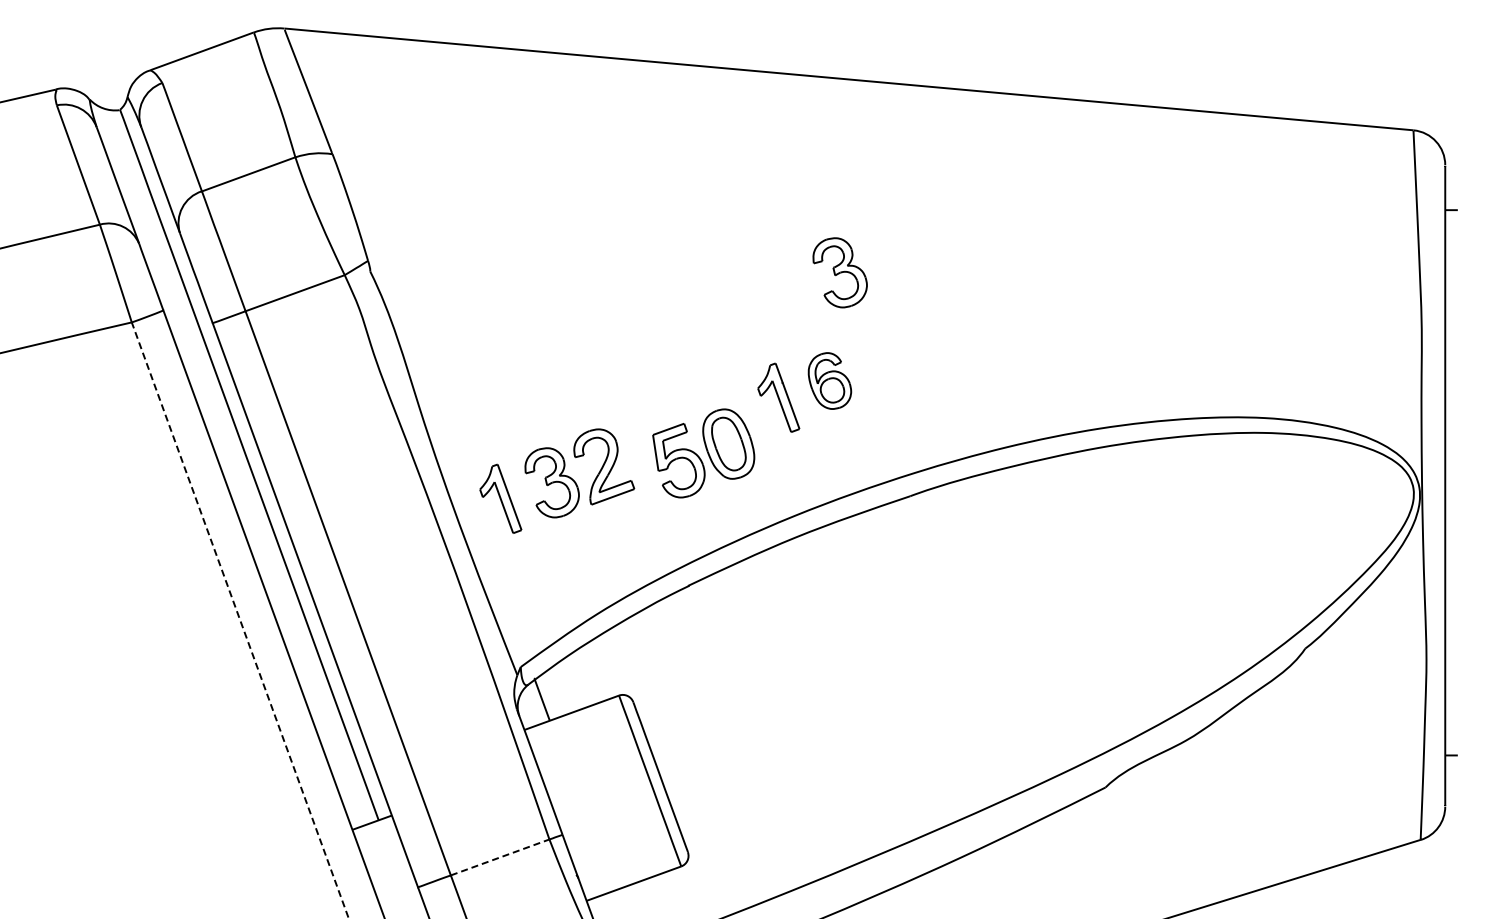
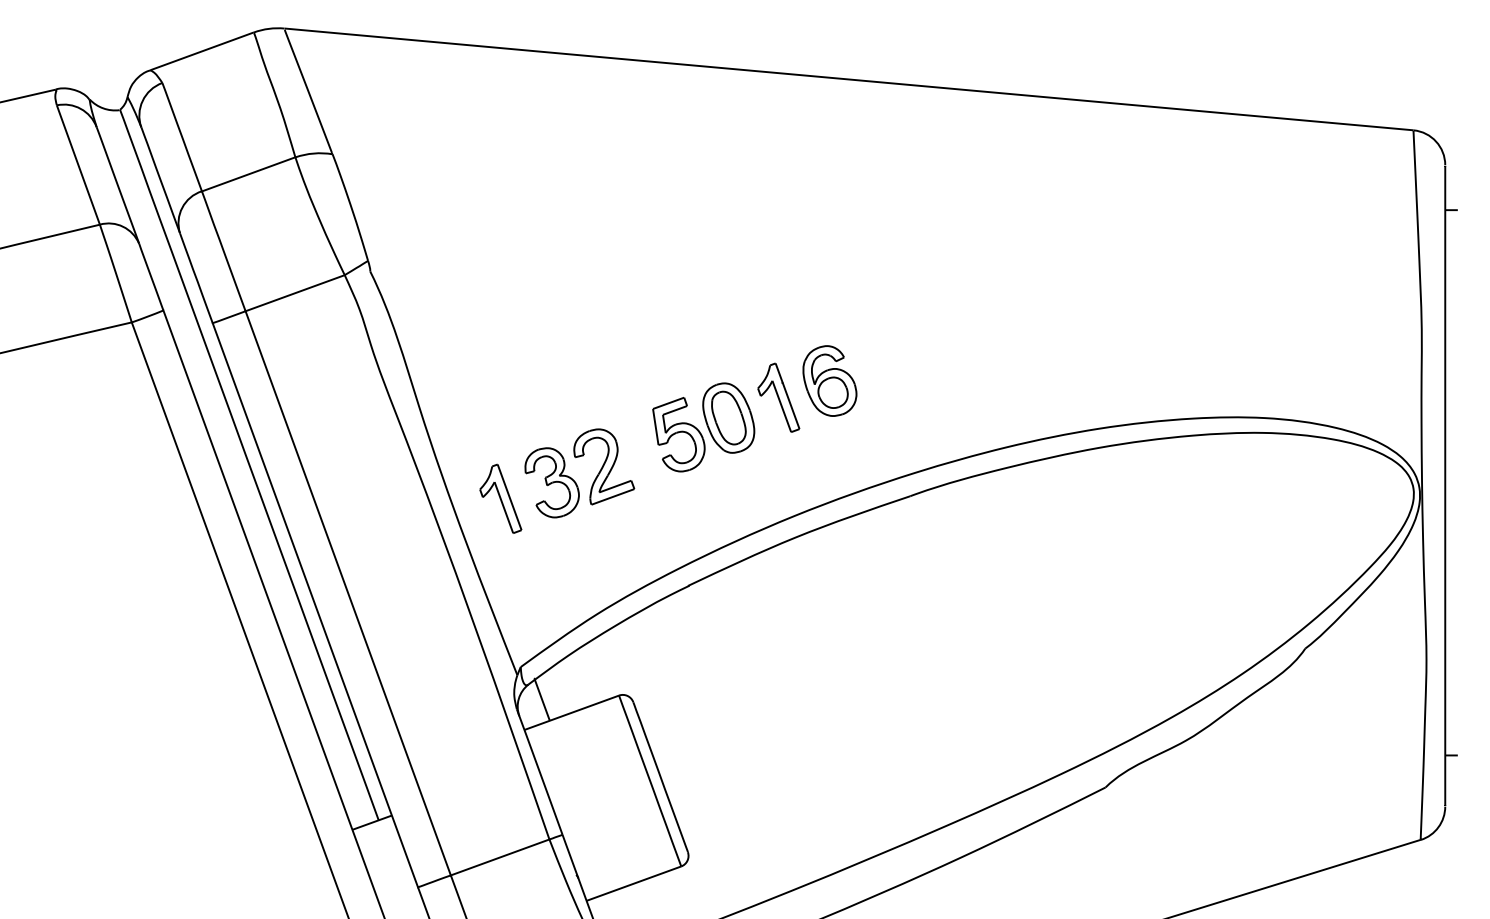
part at (839, 272): present -> none
part at (829, 380) size: 46x58 px -> 56x72 px
part at (703, 453) position: (703, 453) -> (703, 427)
line at (240, 620): dashed -> solid
line at (500, 857): dashed -> solid
